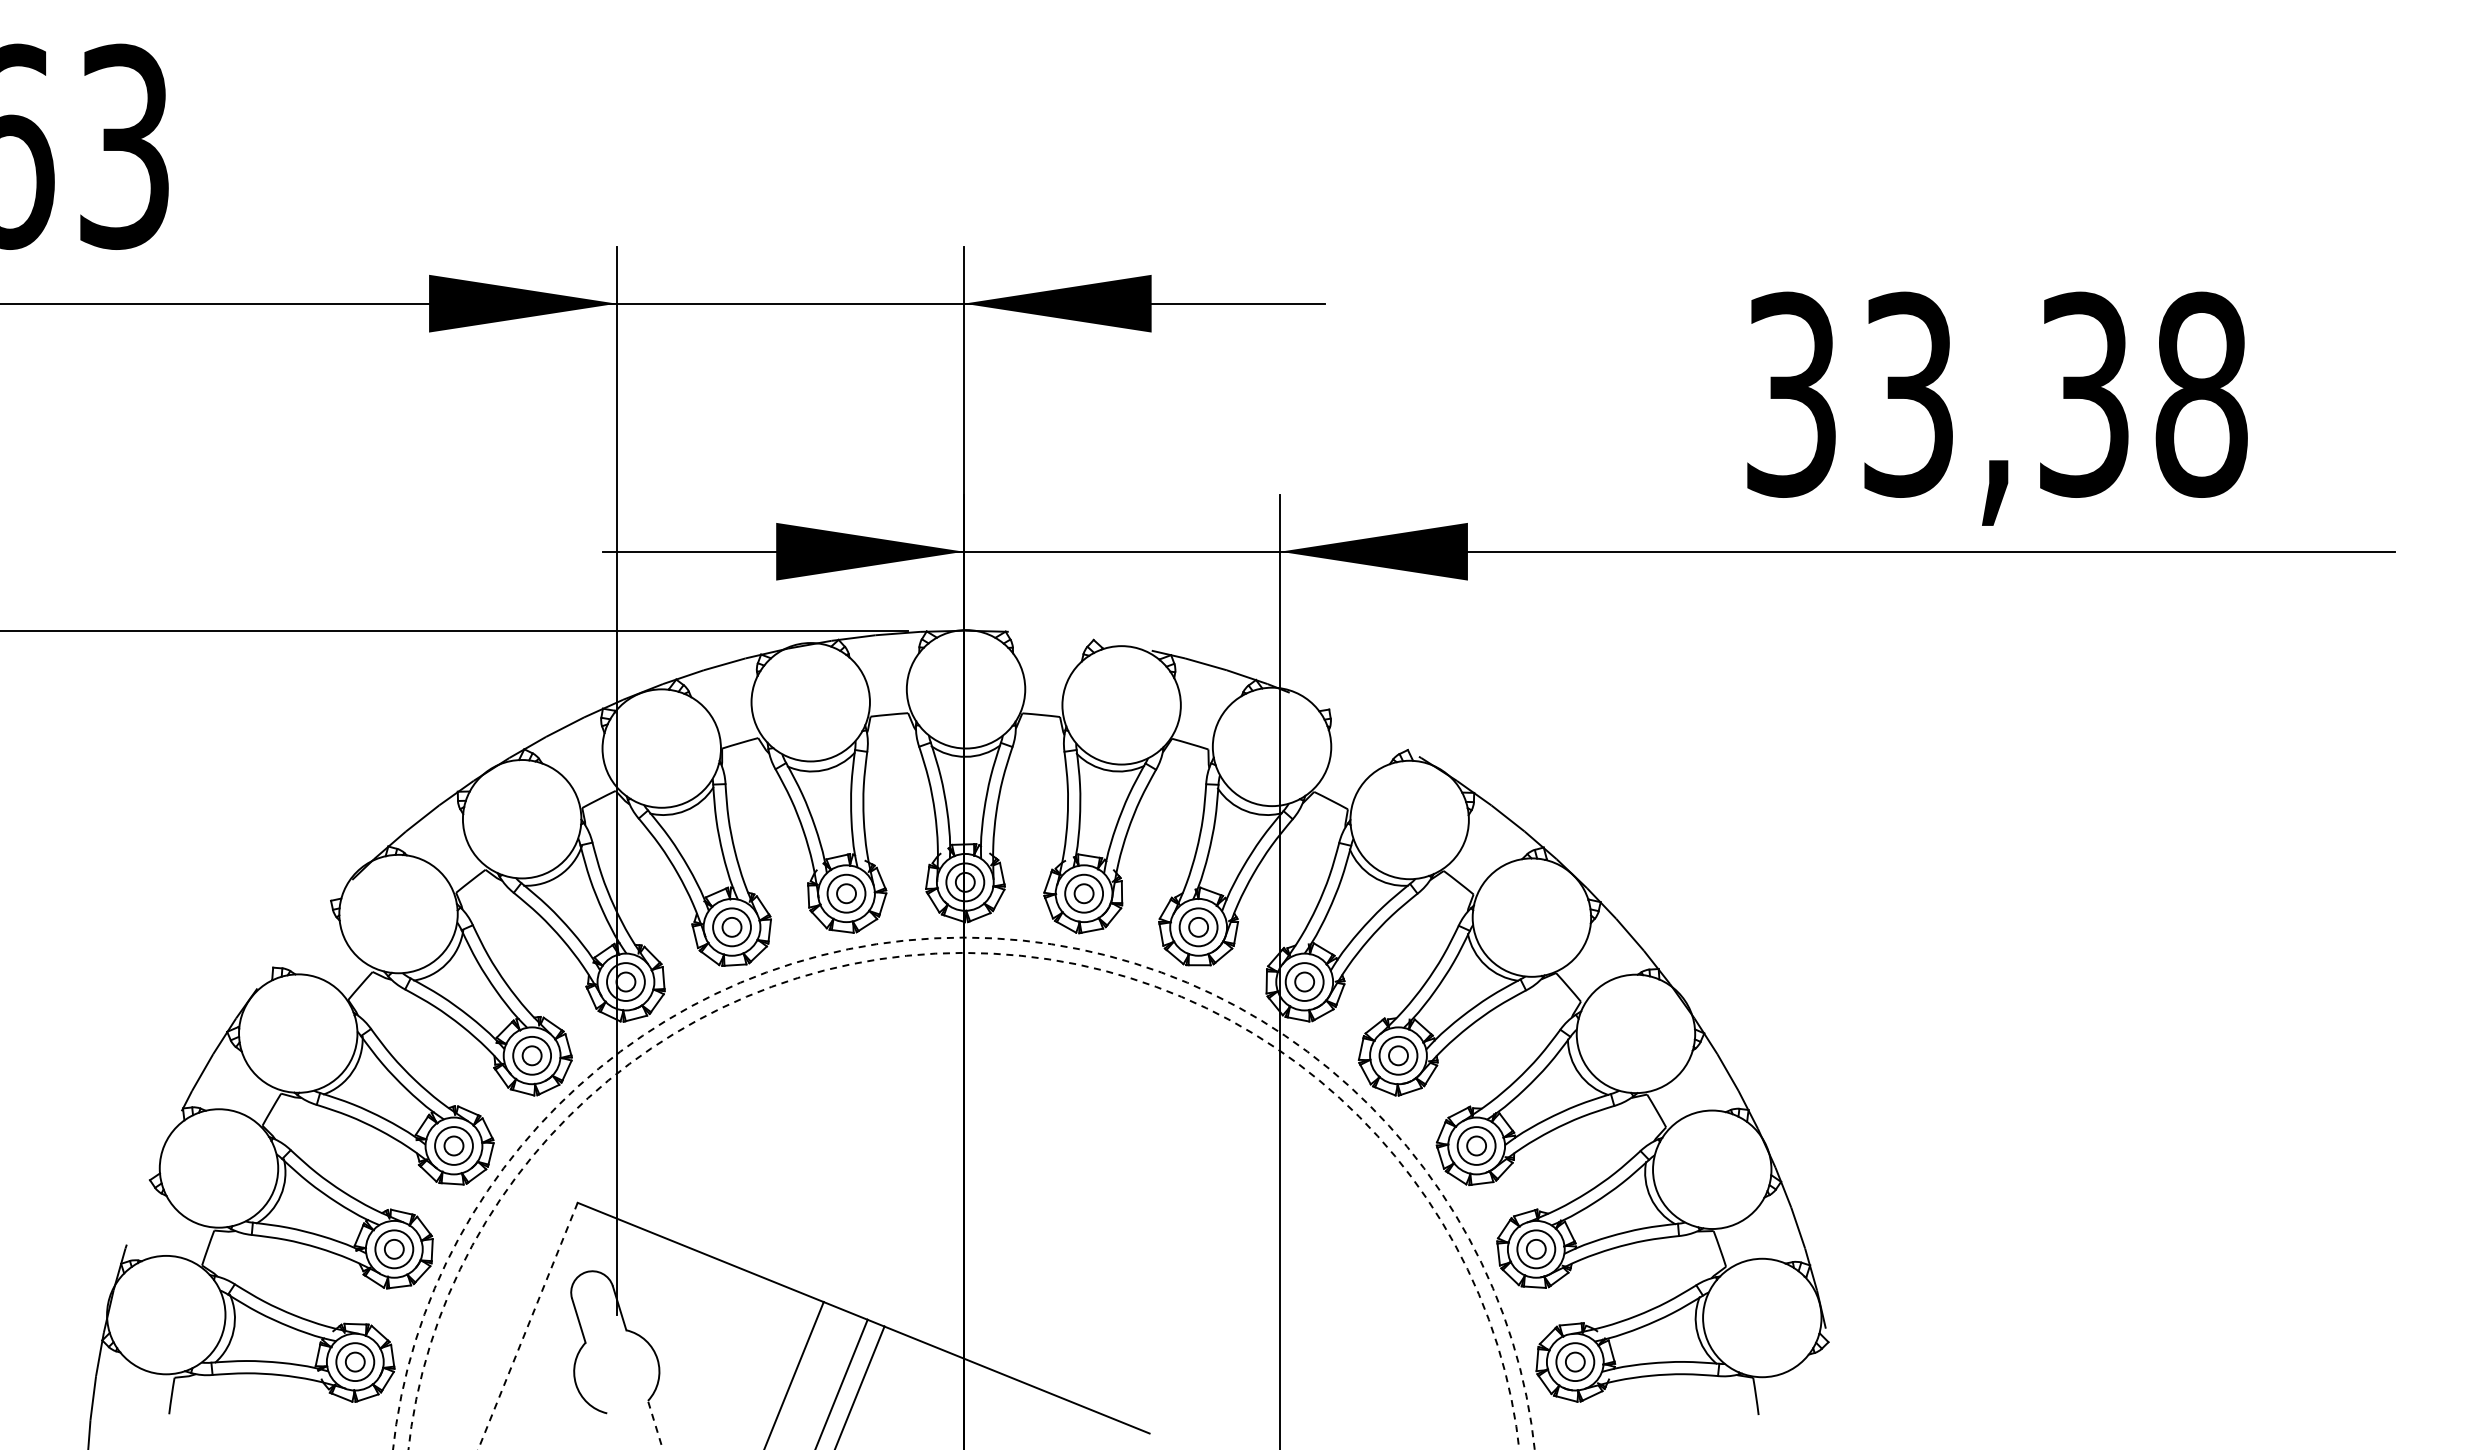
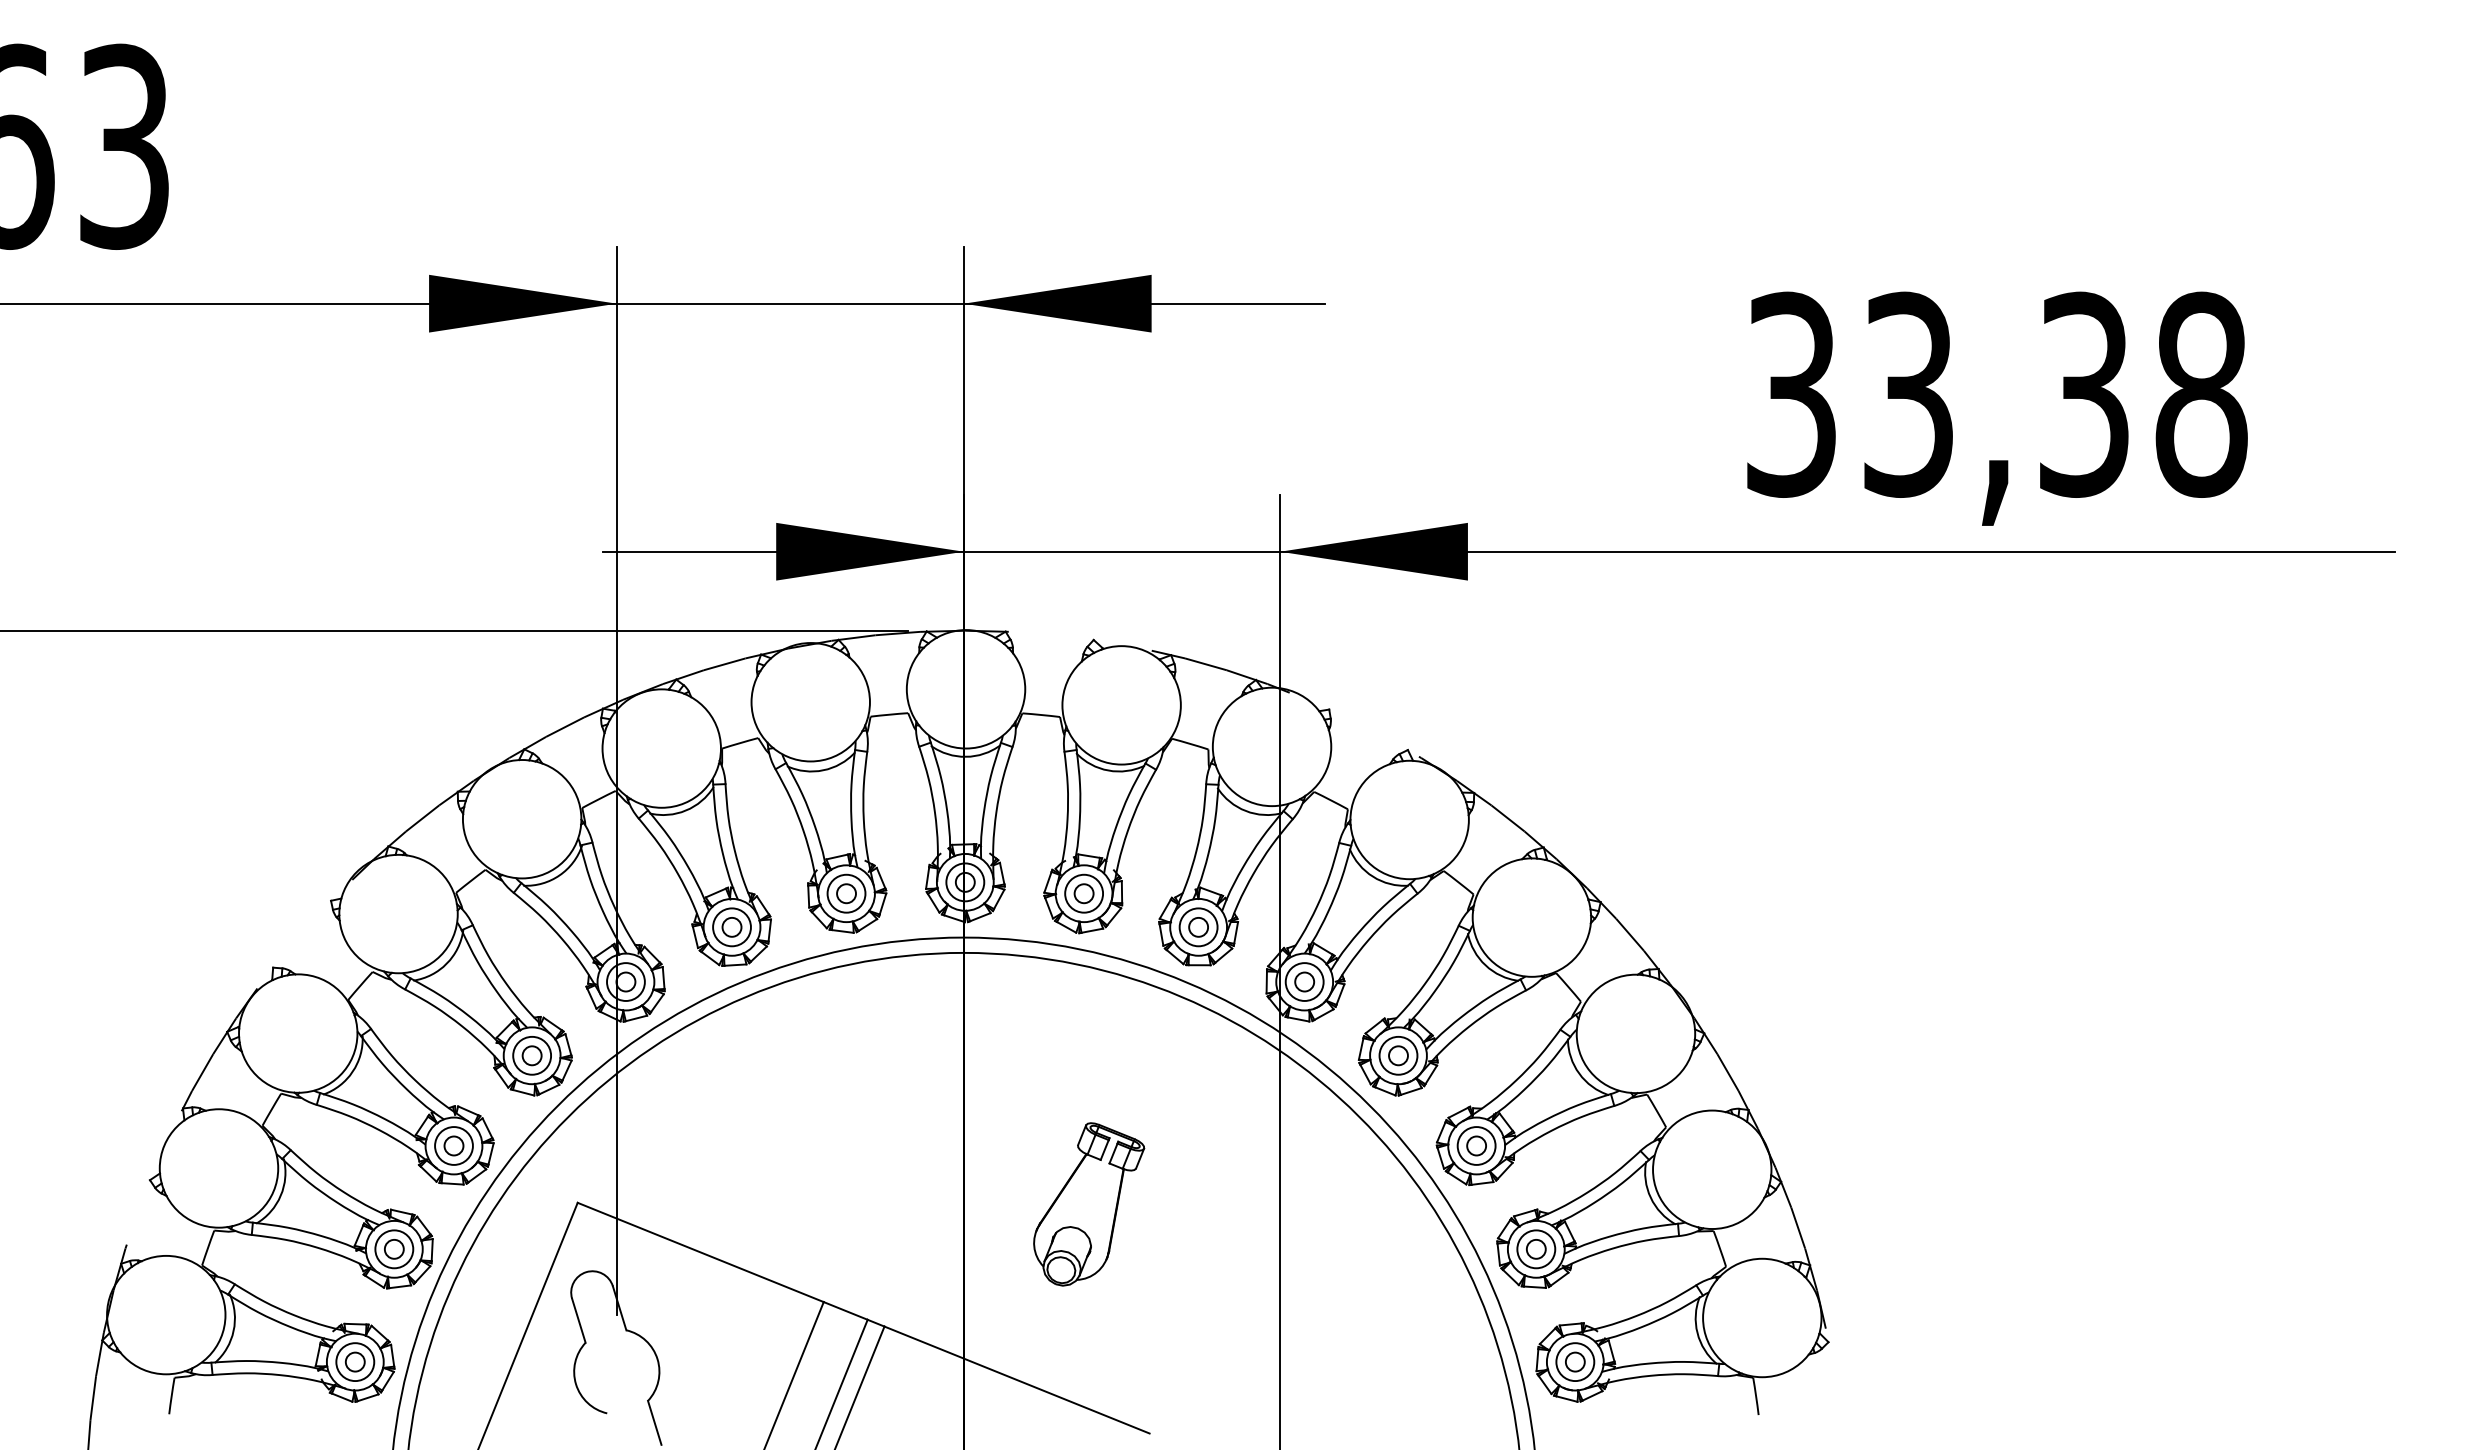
circle at (963, 1193): dashed -> solid
circle at (963, 1200): dashed -> solid
part at (1089, 1204): none -> present
line at (527, 1326): dashed -> solid
line at (654, 1422): dashed -> solid
